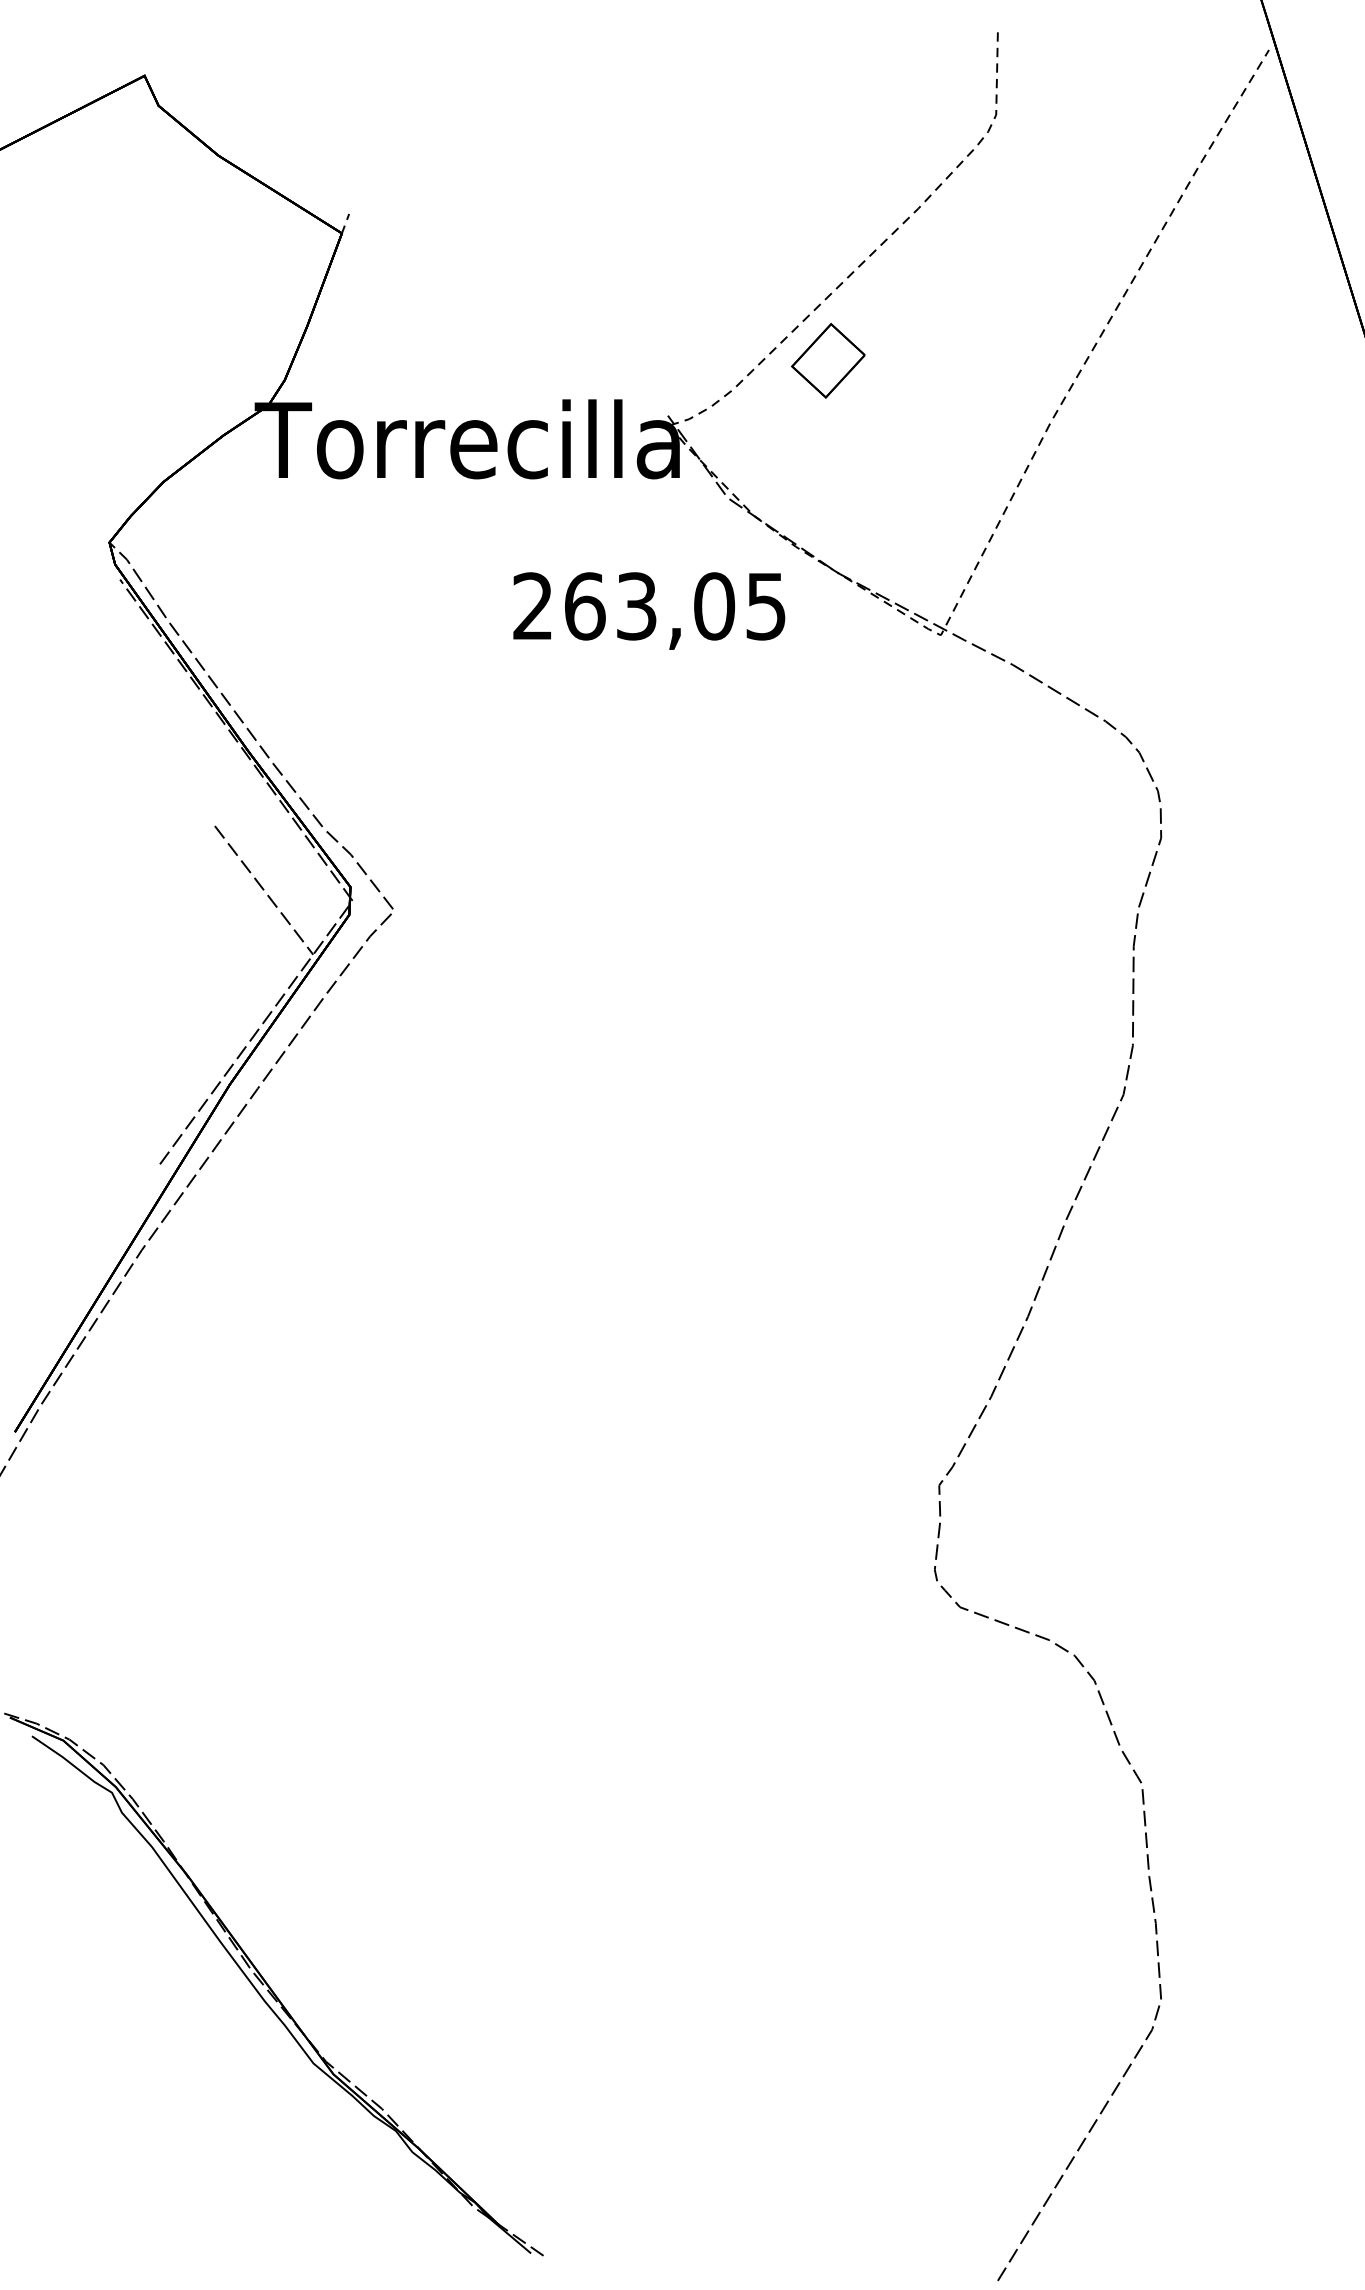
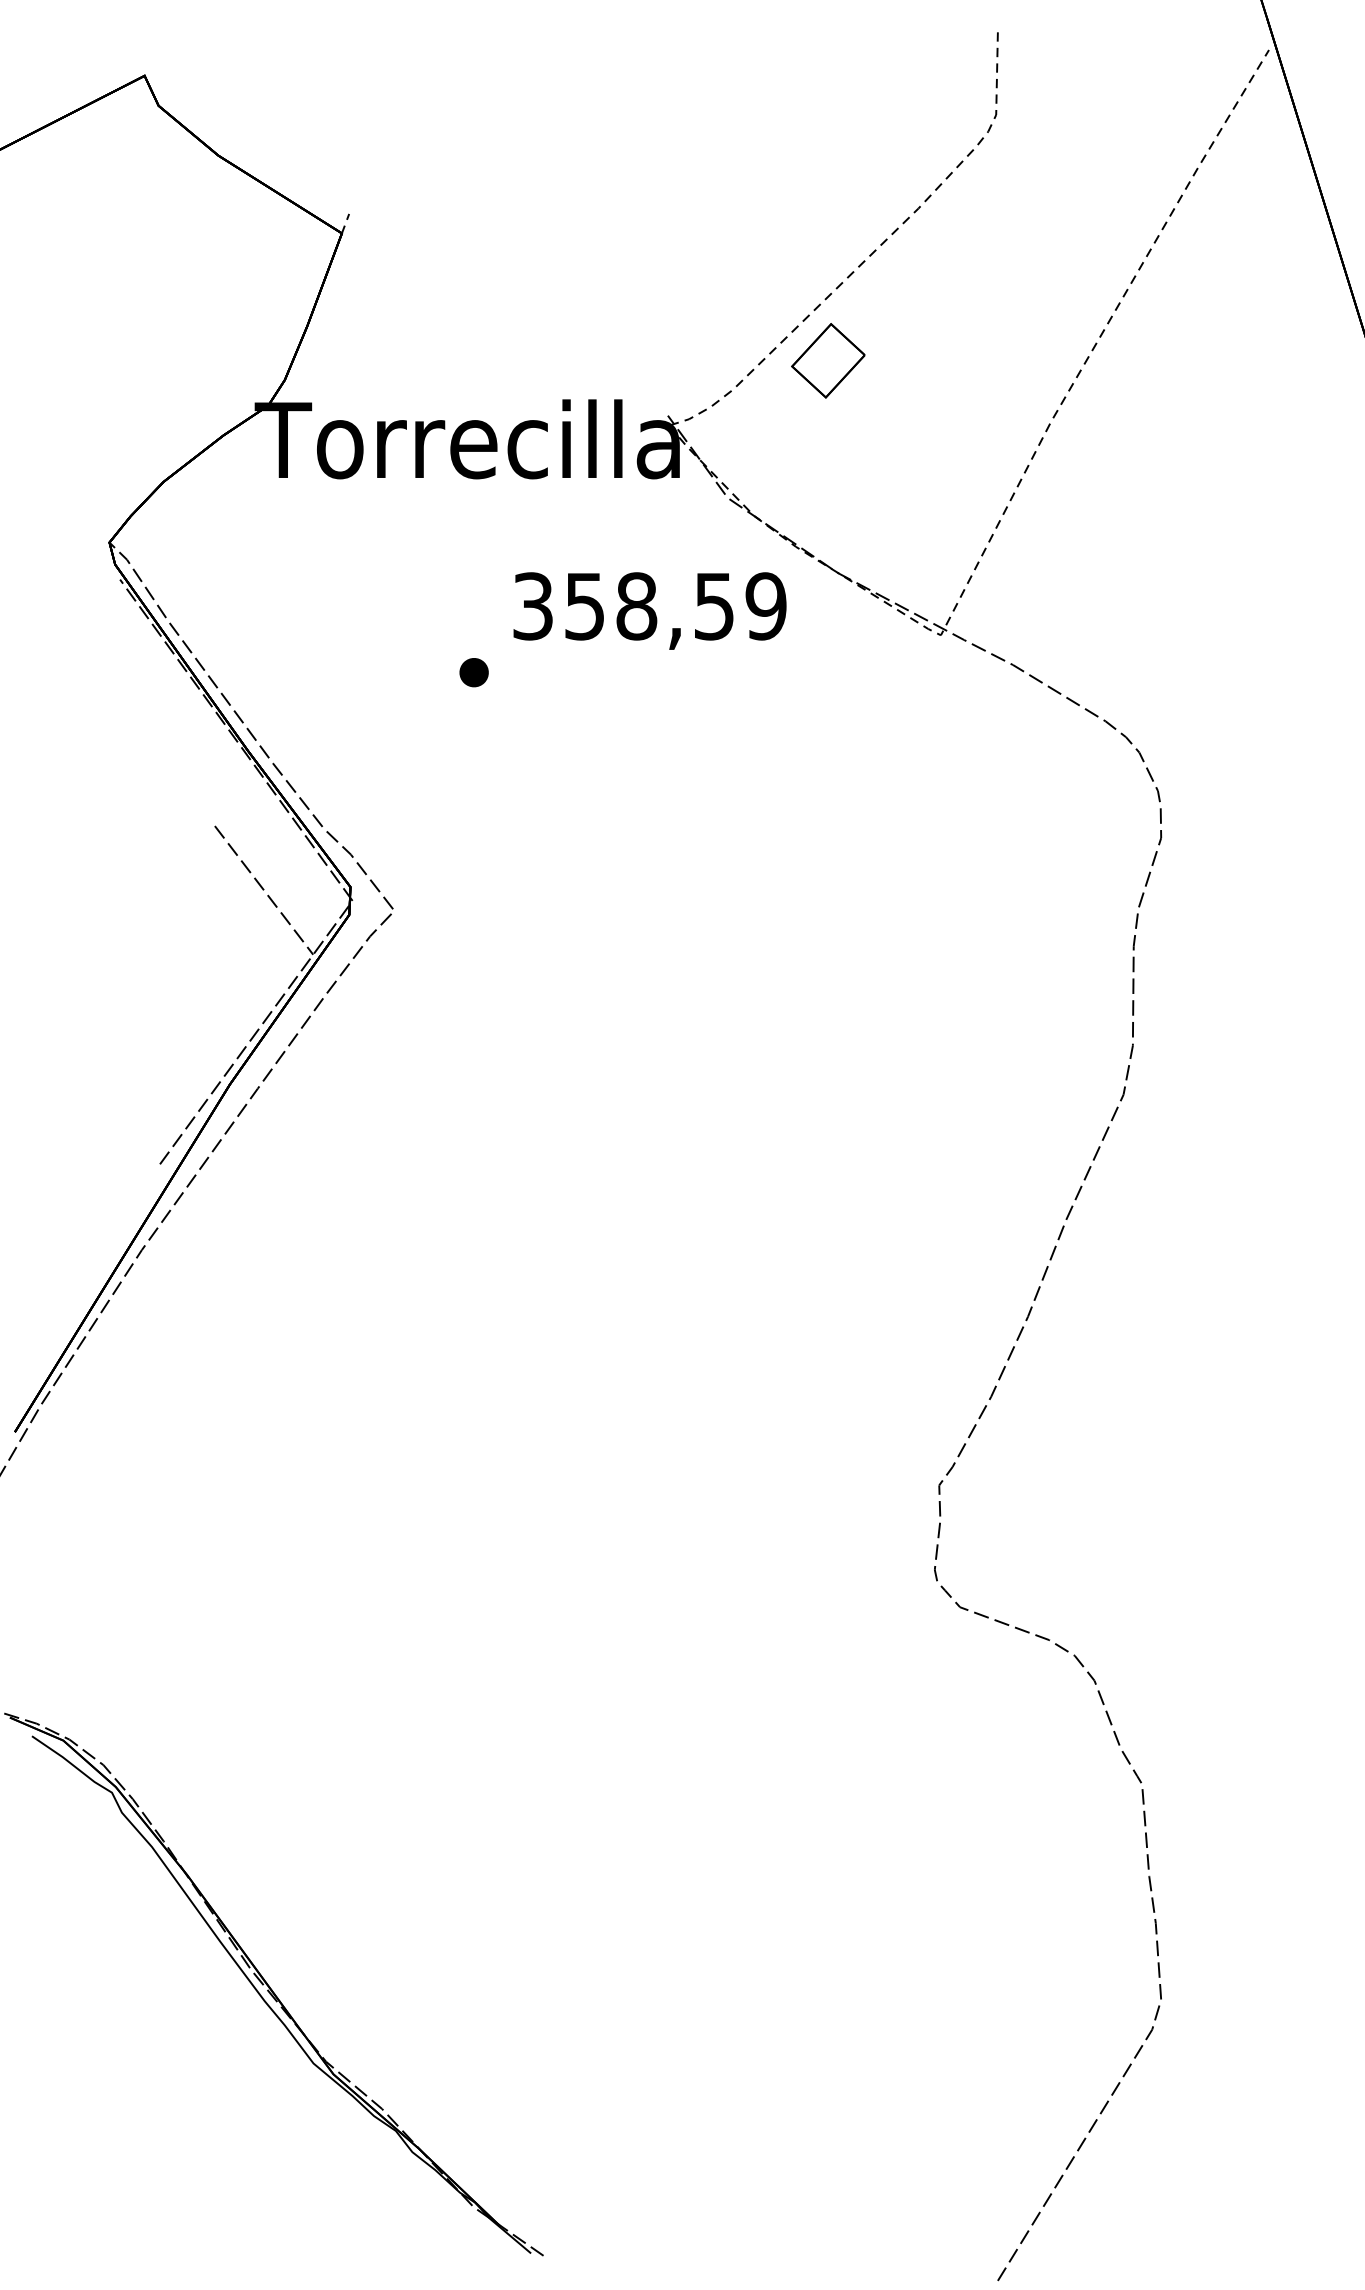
text at (649, 606): 263,05 -> 358,59
part at (473, 672): none -> present
